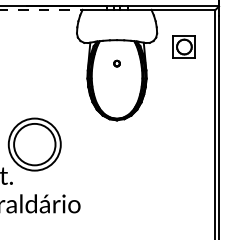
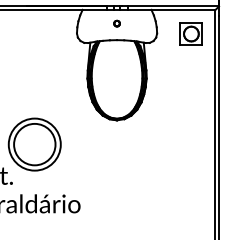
line at (41, 10): dashed -> solid
part at (183, 46) position: (183, 46) -> (190, 33)
part at (116, 63) position: (116, 63) -> (116, 23)
